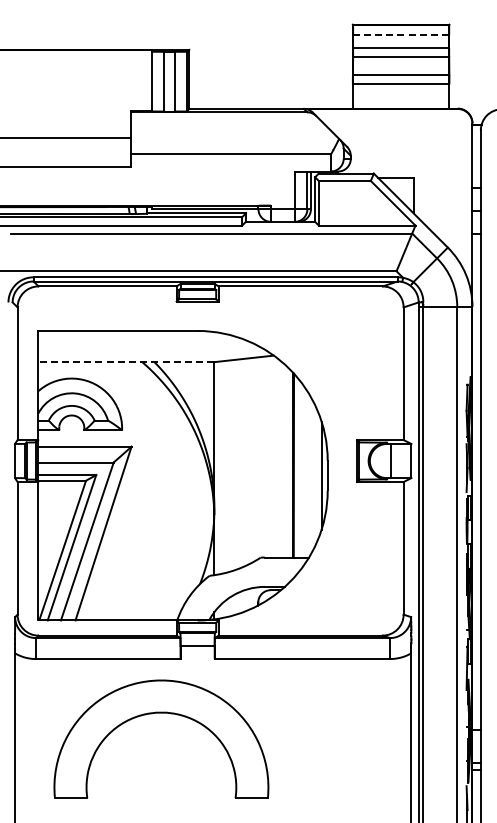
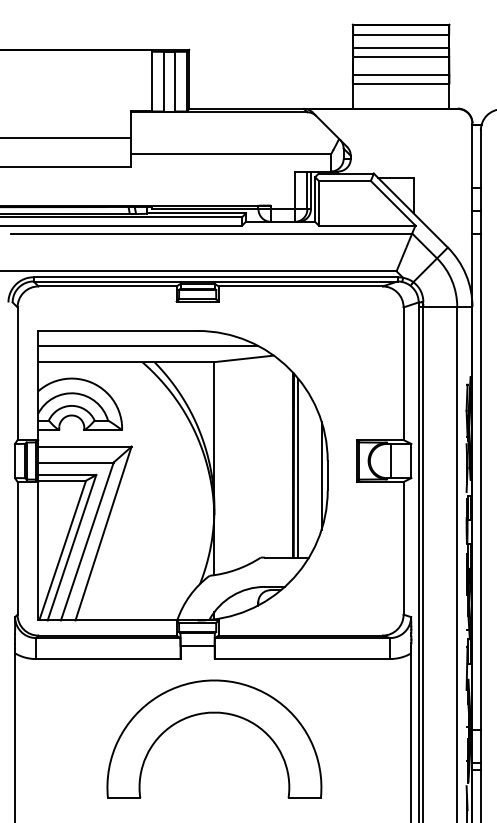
line at (401, 35): dashed -> solid
line at (148, 346): none -> present
line at (125, 362): dashed -> solid
line at (298, 467): none -> present
part at (161, 713) position: (161, 713) -> (214, 713)
